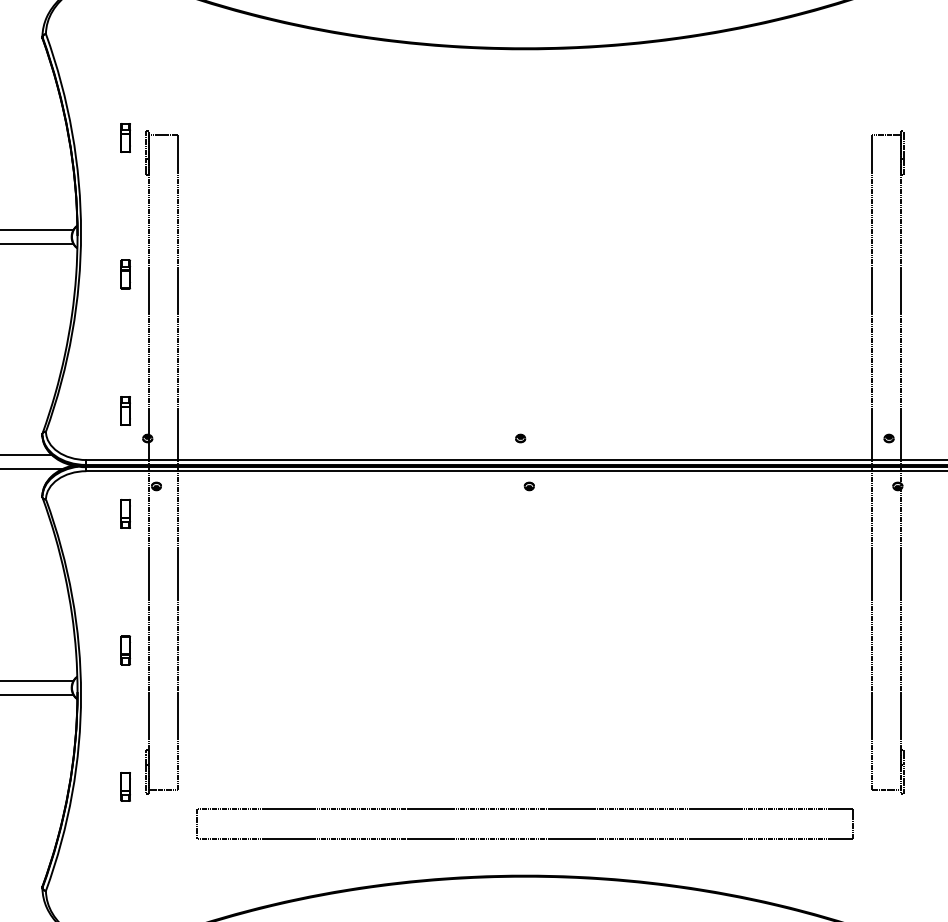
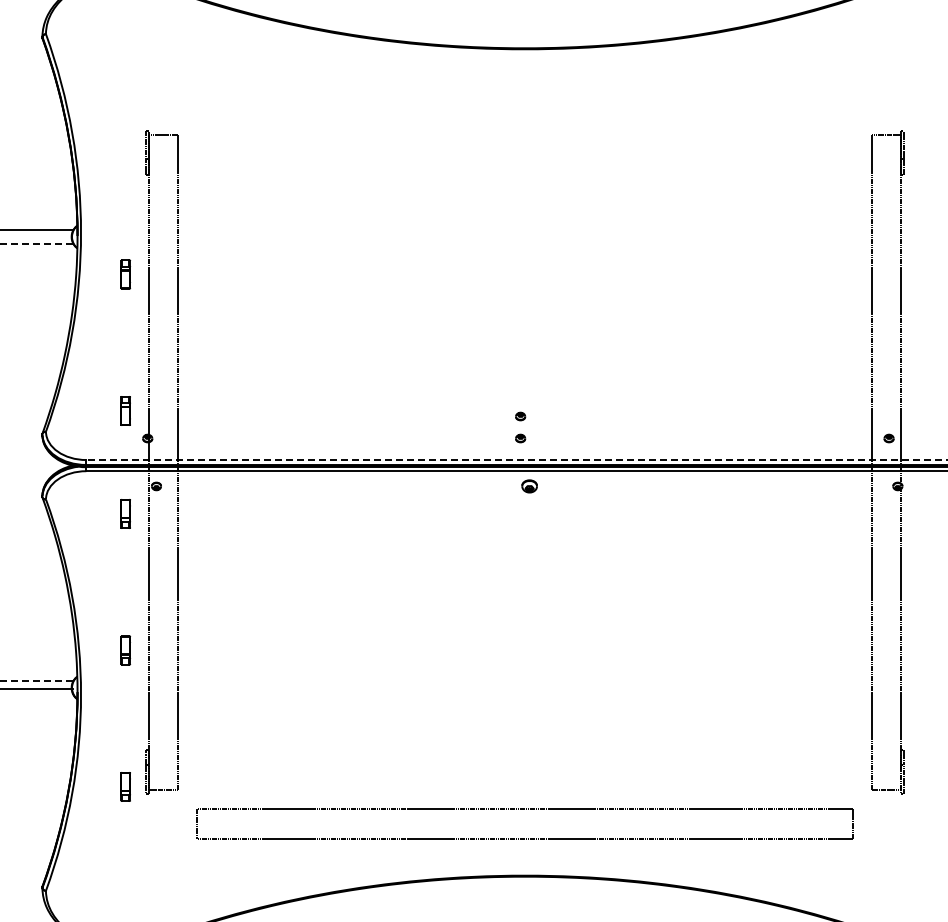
part at (125, 137): present -> none
line at (36, 244): solid -> dashed
part at (520, 416): none -> present
line at (27, 455): present -> none
line at (517, 460): solid -> dashed
line at (31, 469): present -> none
part at (528, 486) size: 12x11 px -> 17x15 px
line at (36, 680): solid -> dashed
line at (37, 694) position: (37, 694) -> (37, 688)
